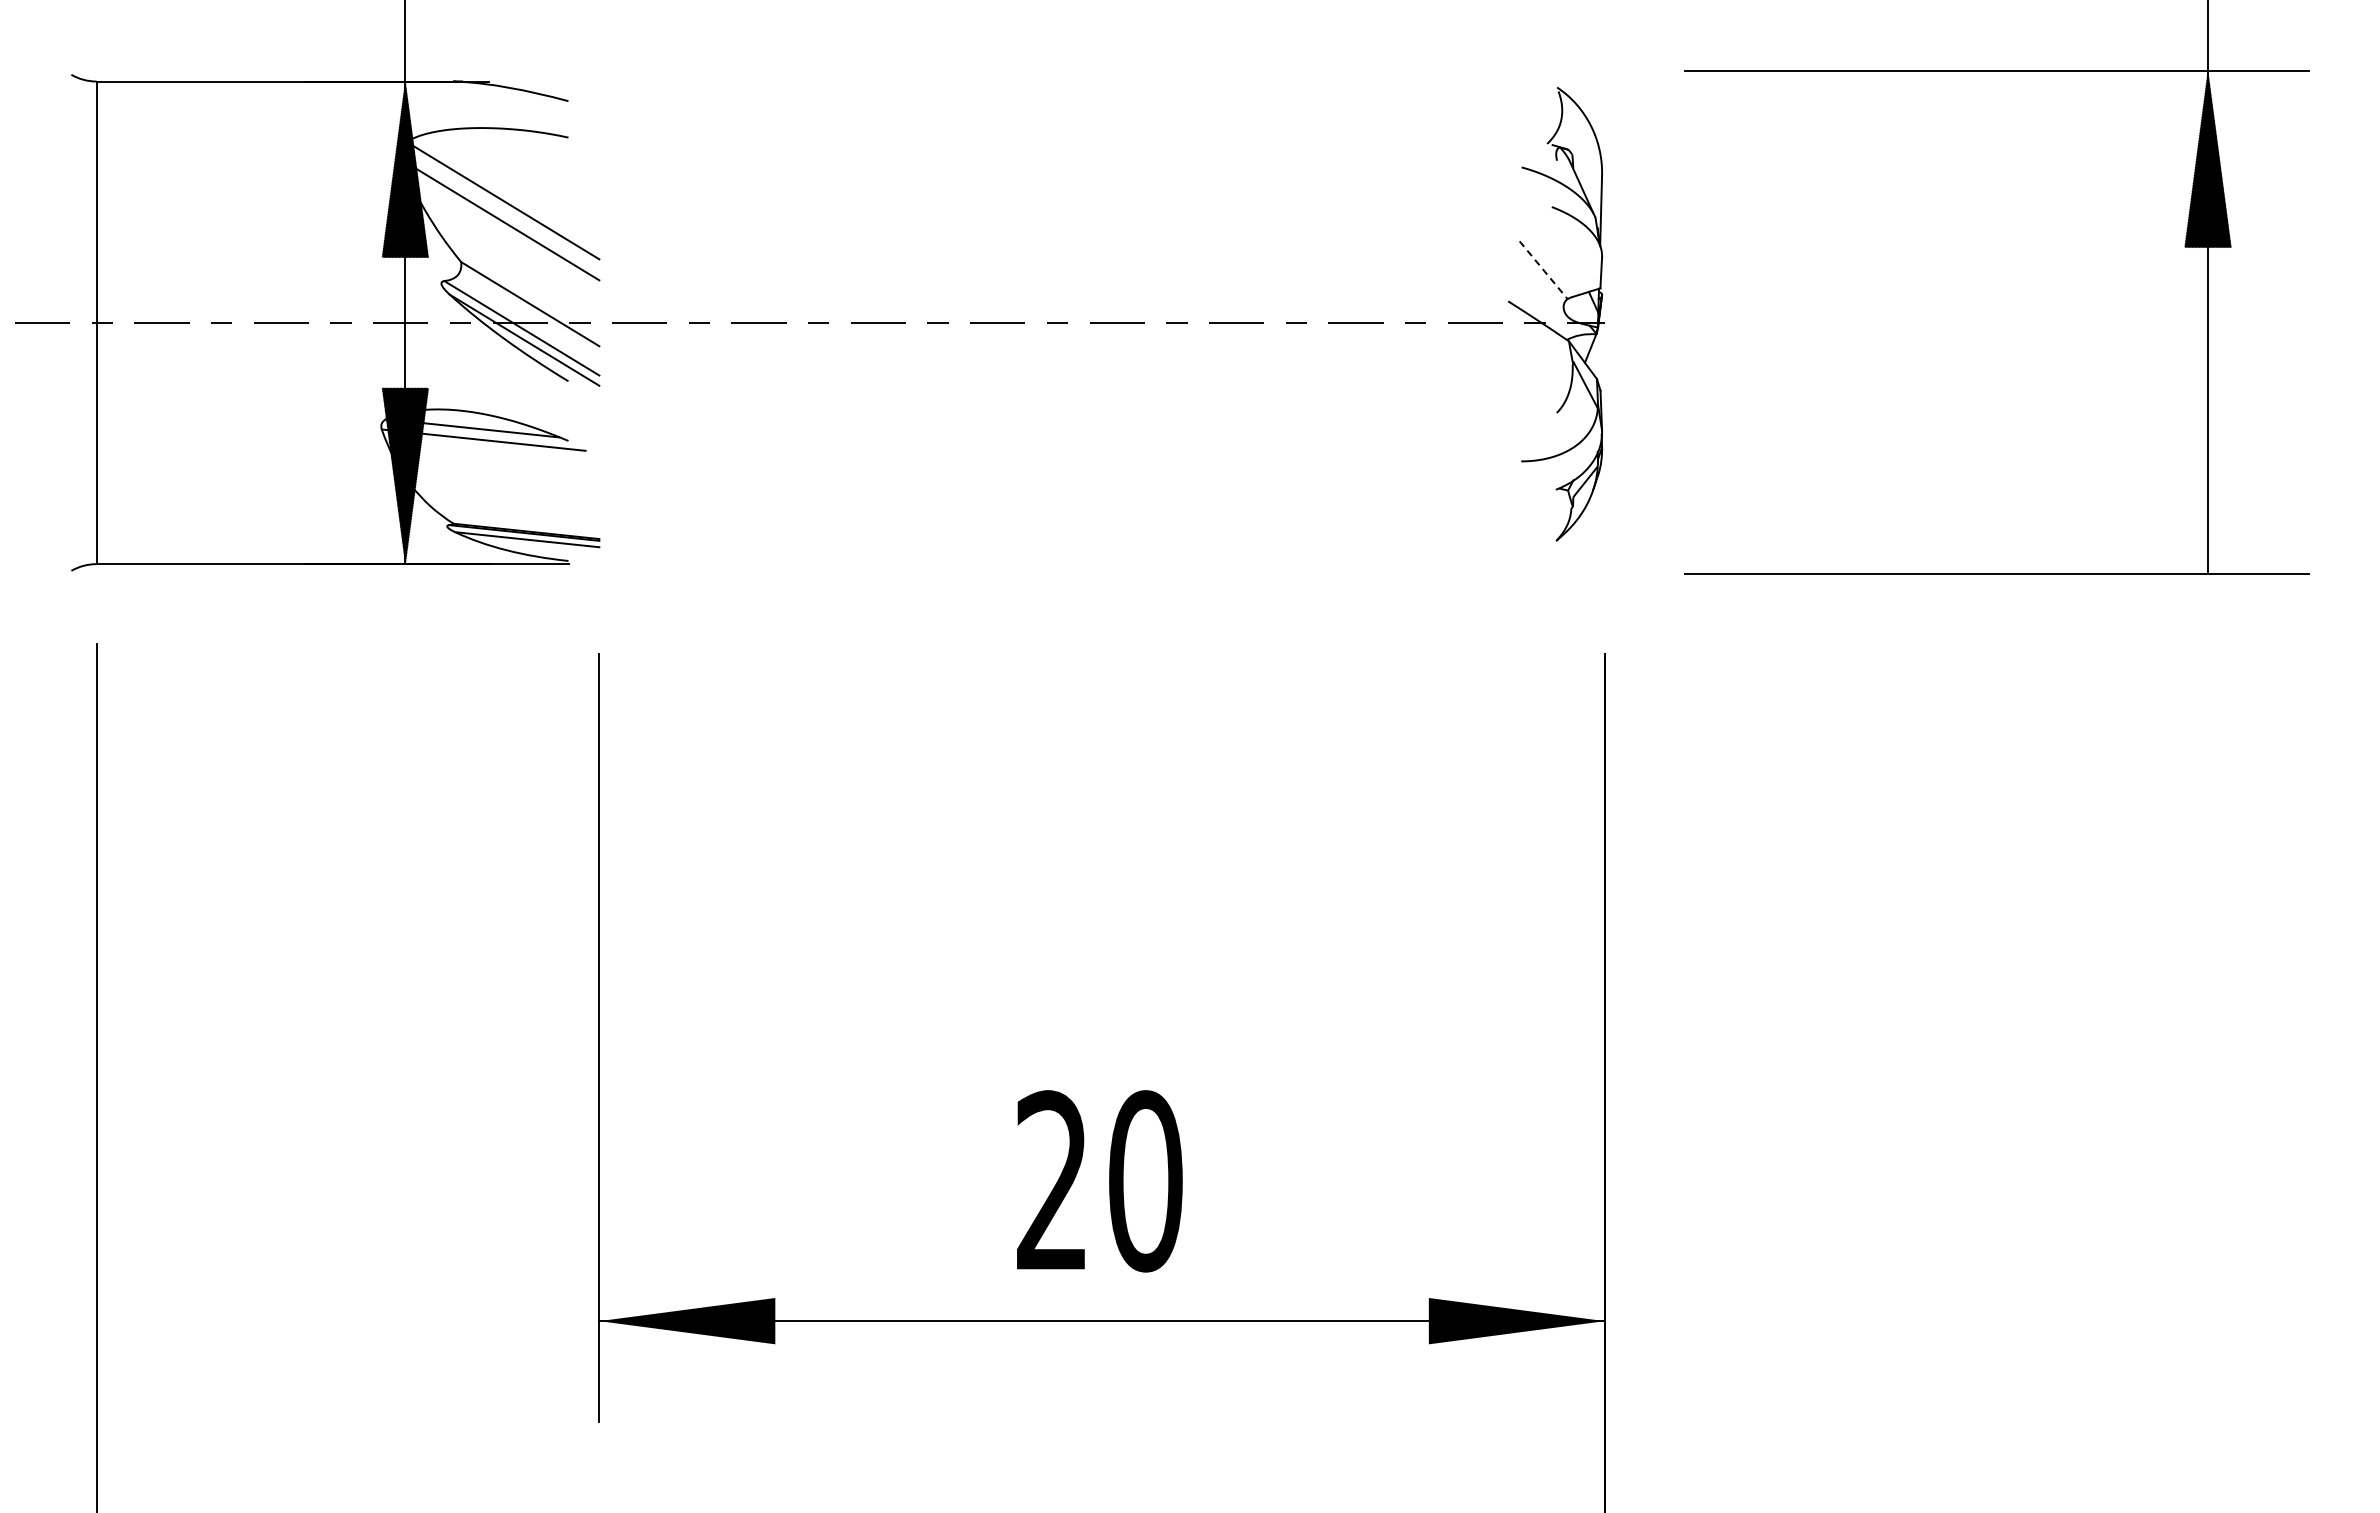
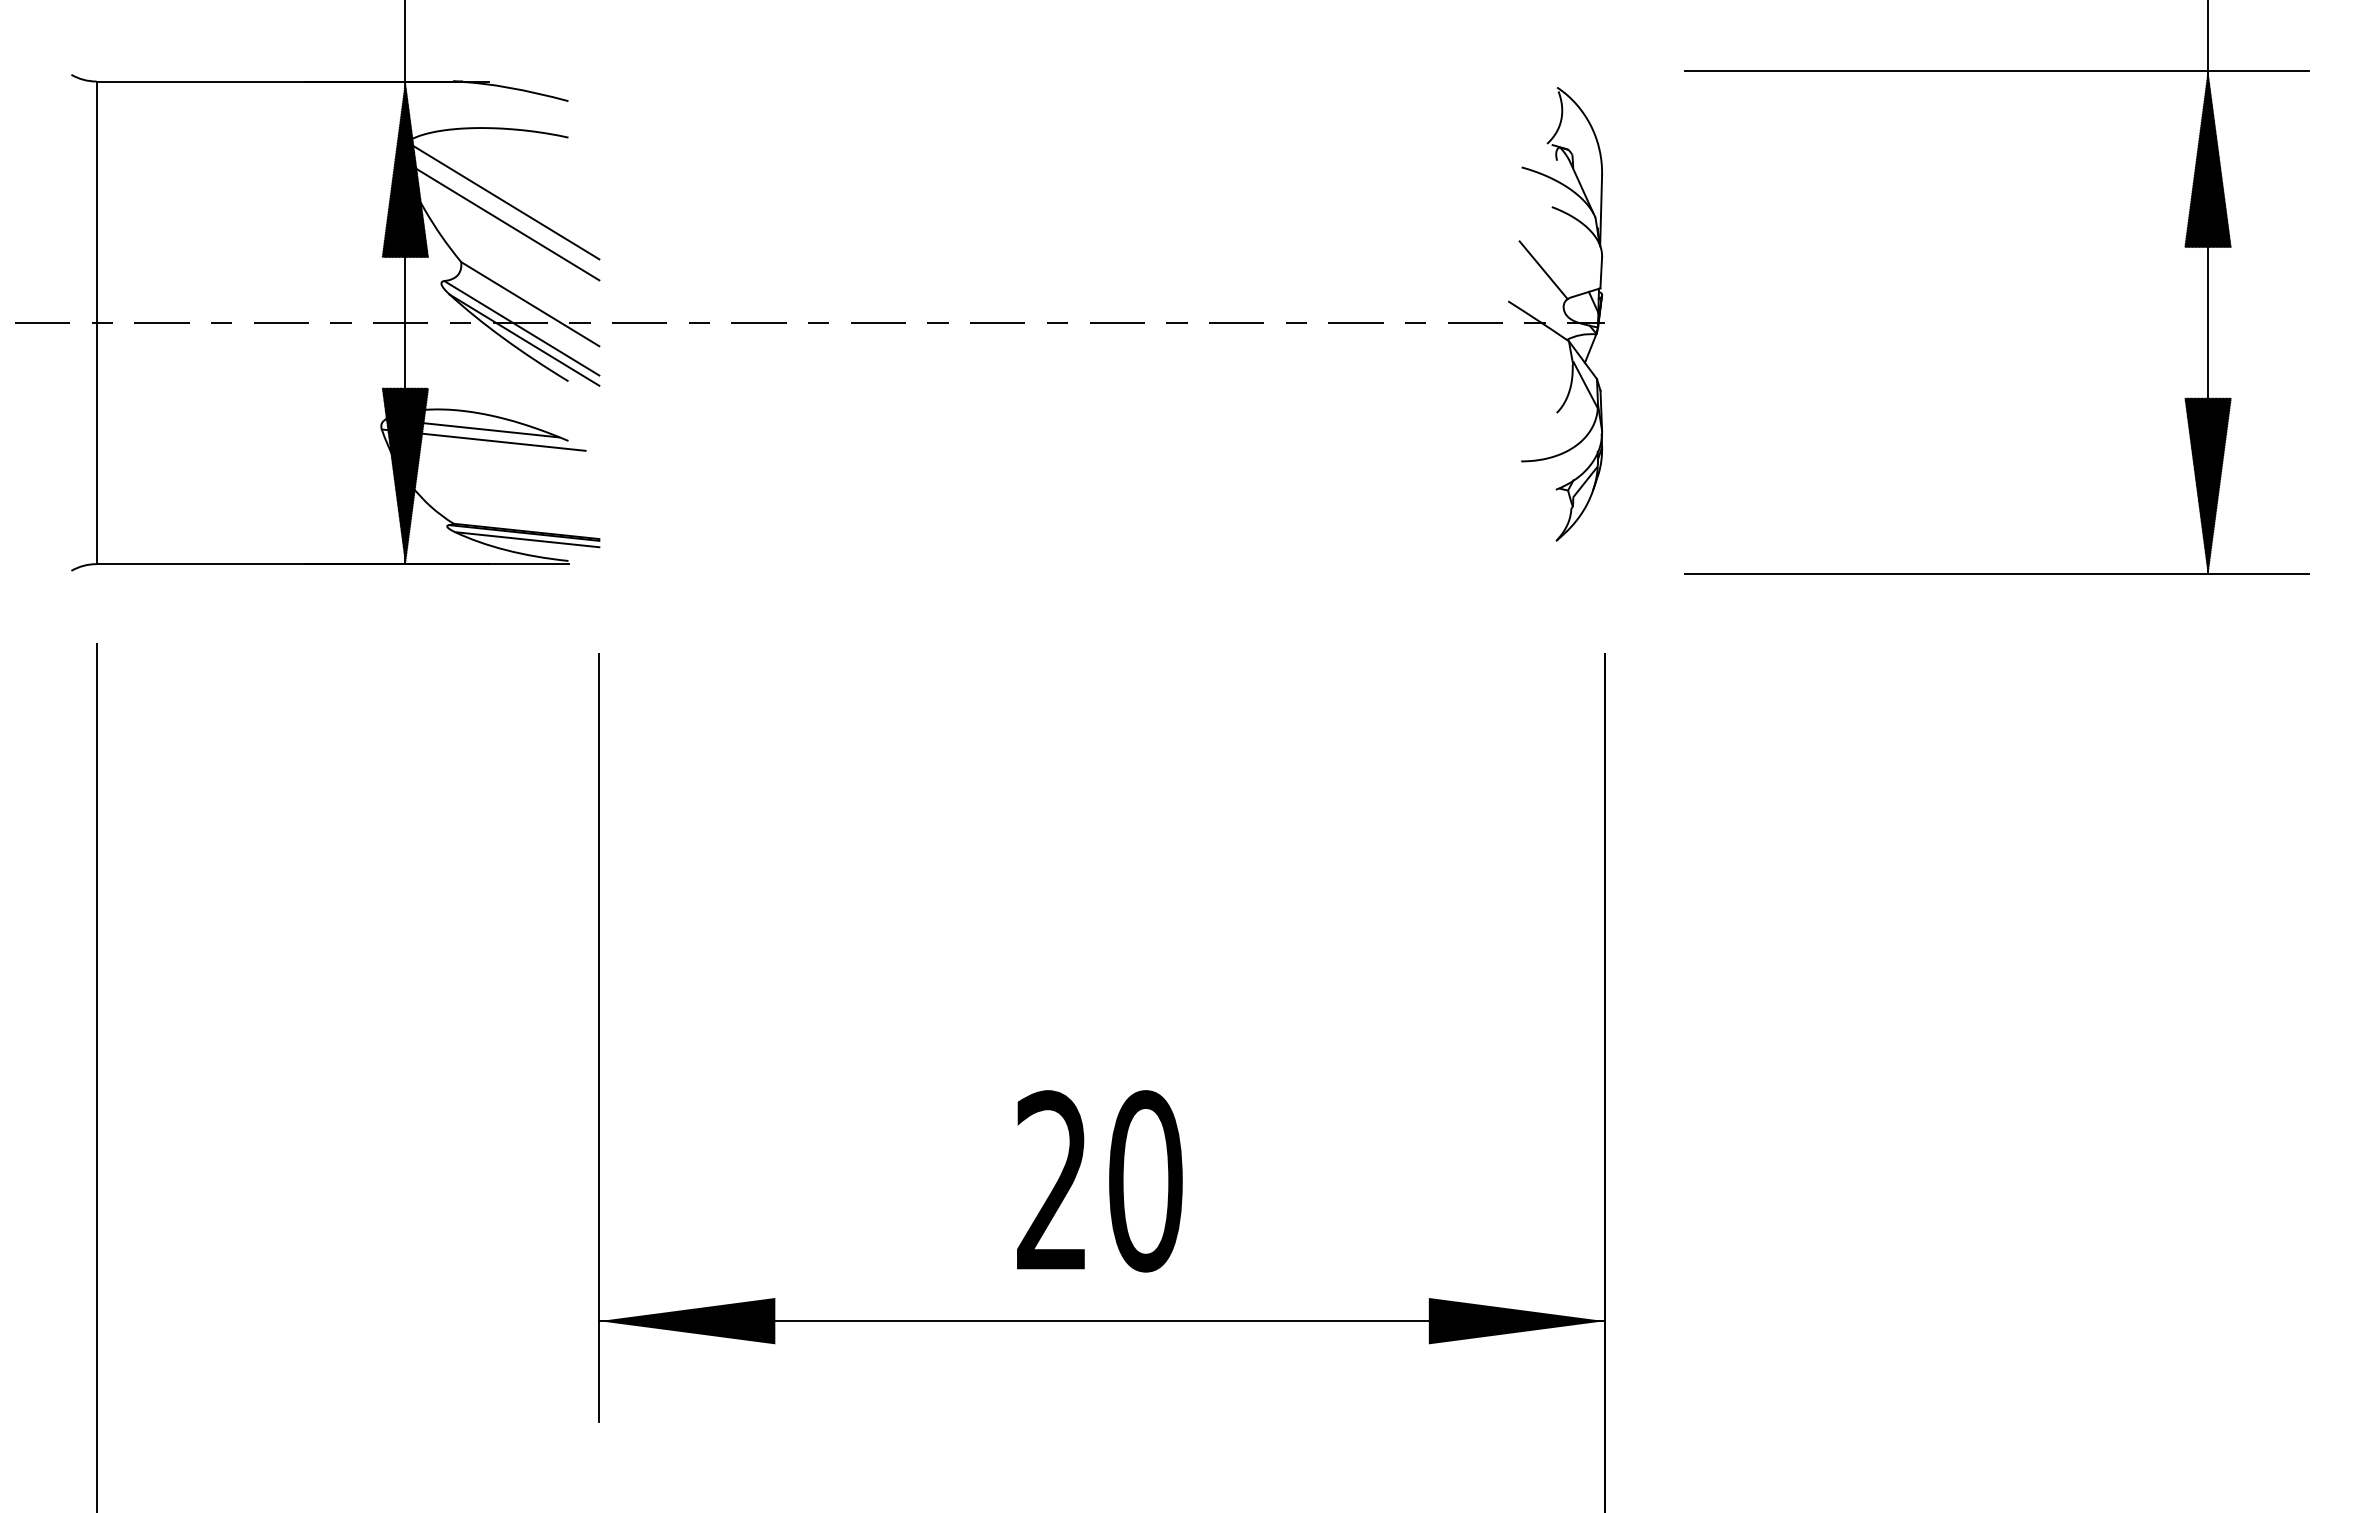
line at (1543, 270): dashed -> solid
hatch at (2207, 486): none -> present
